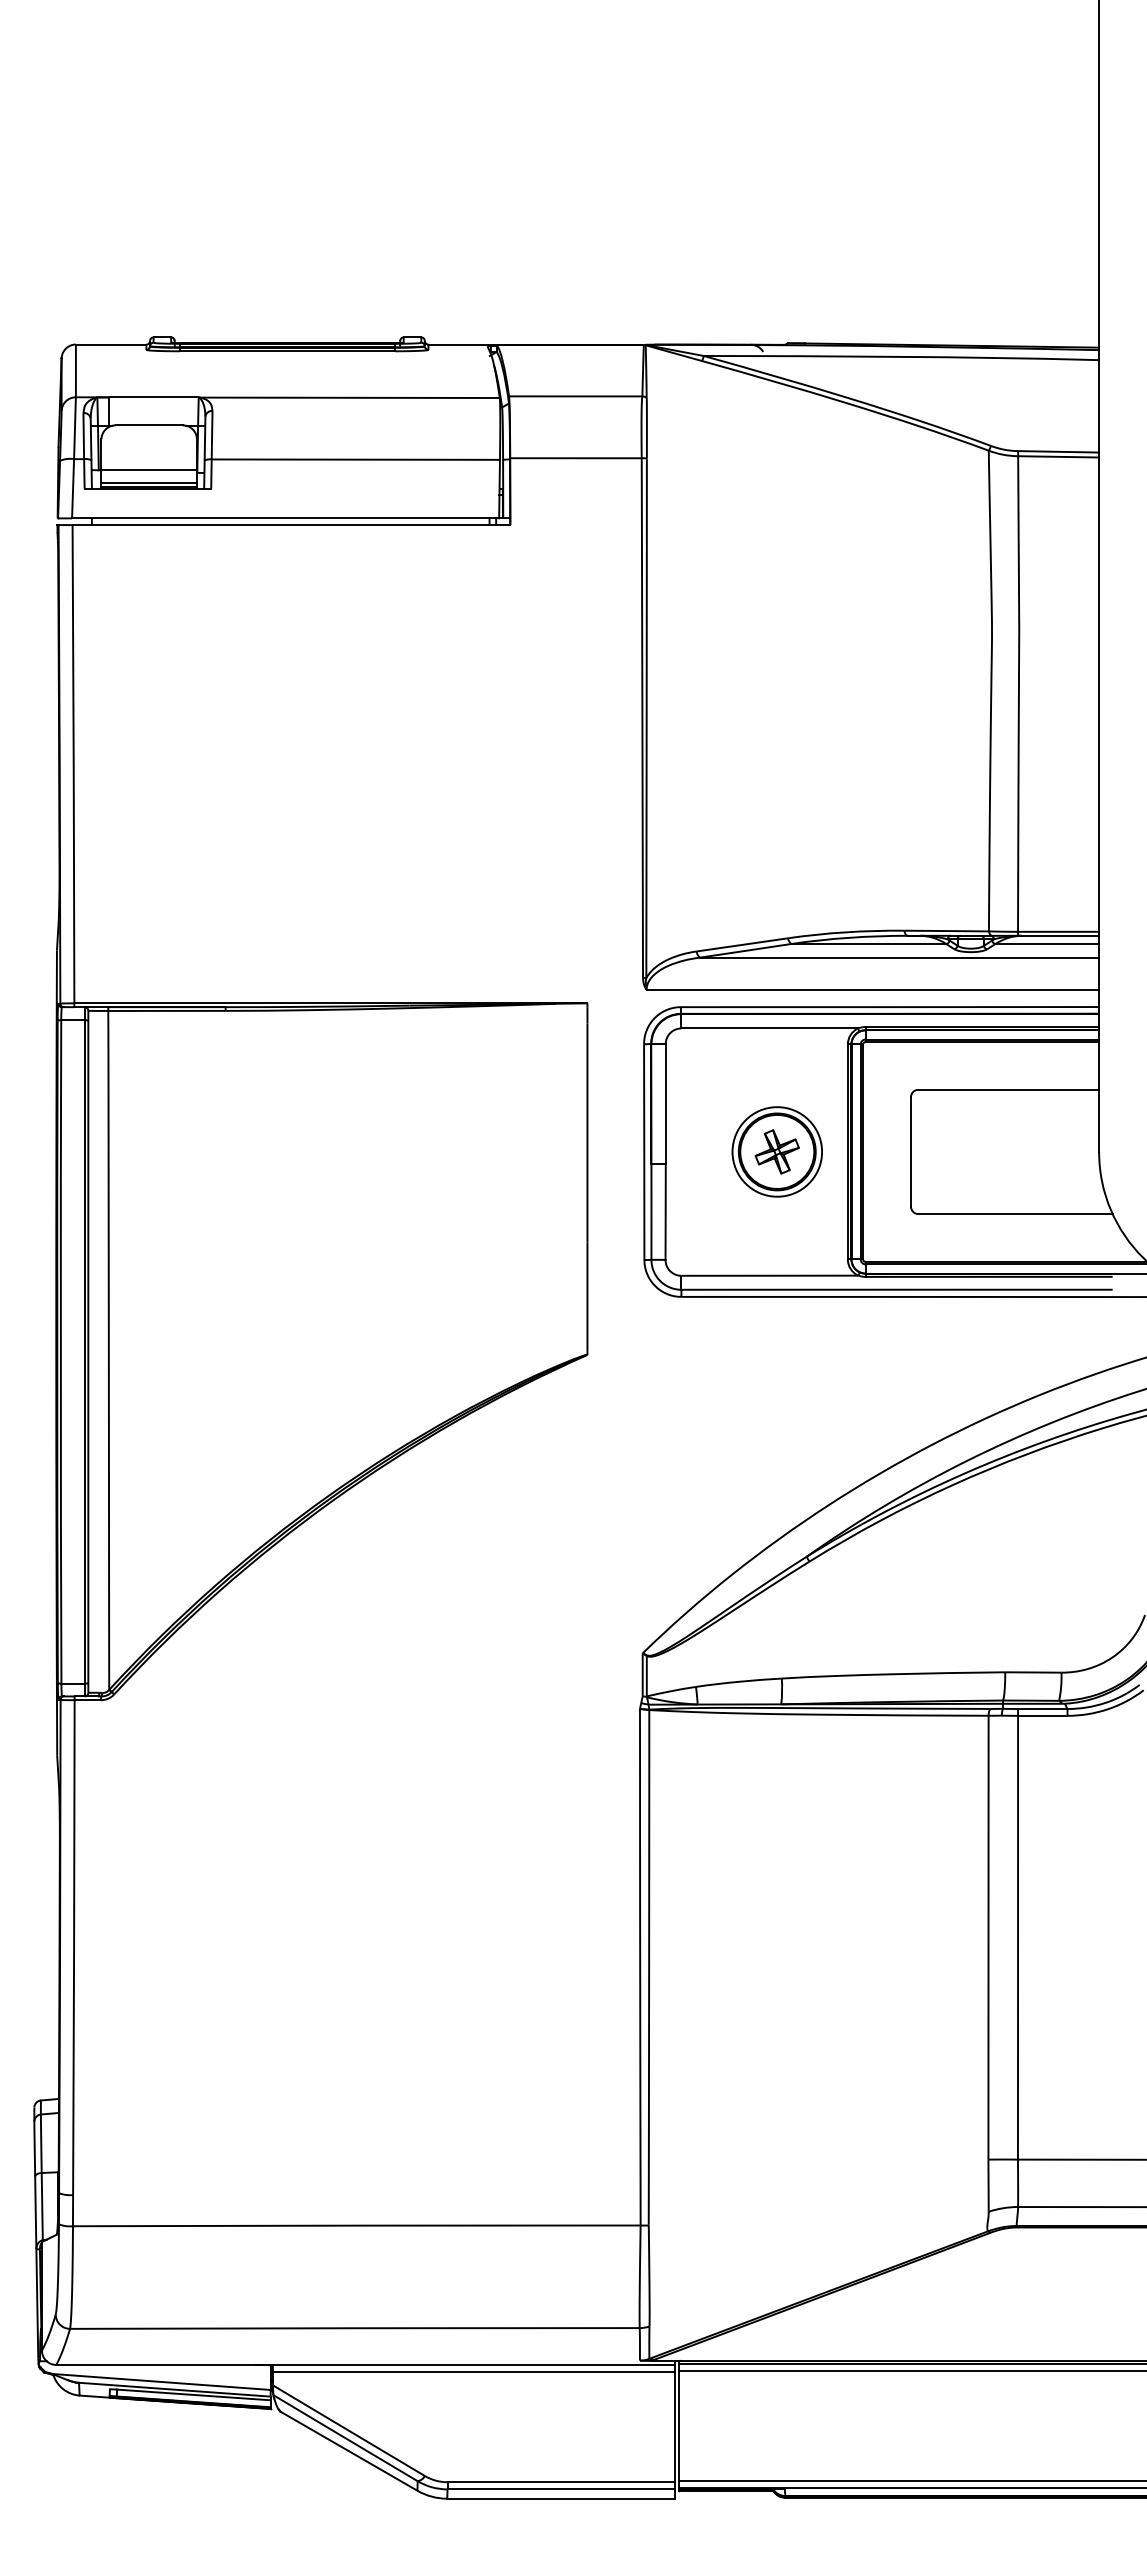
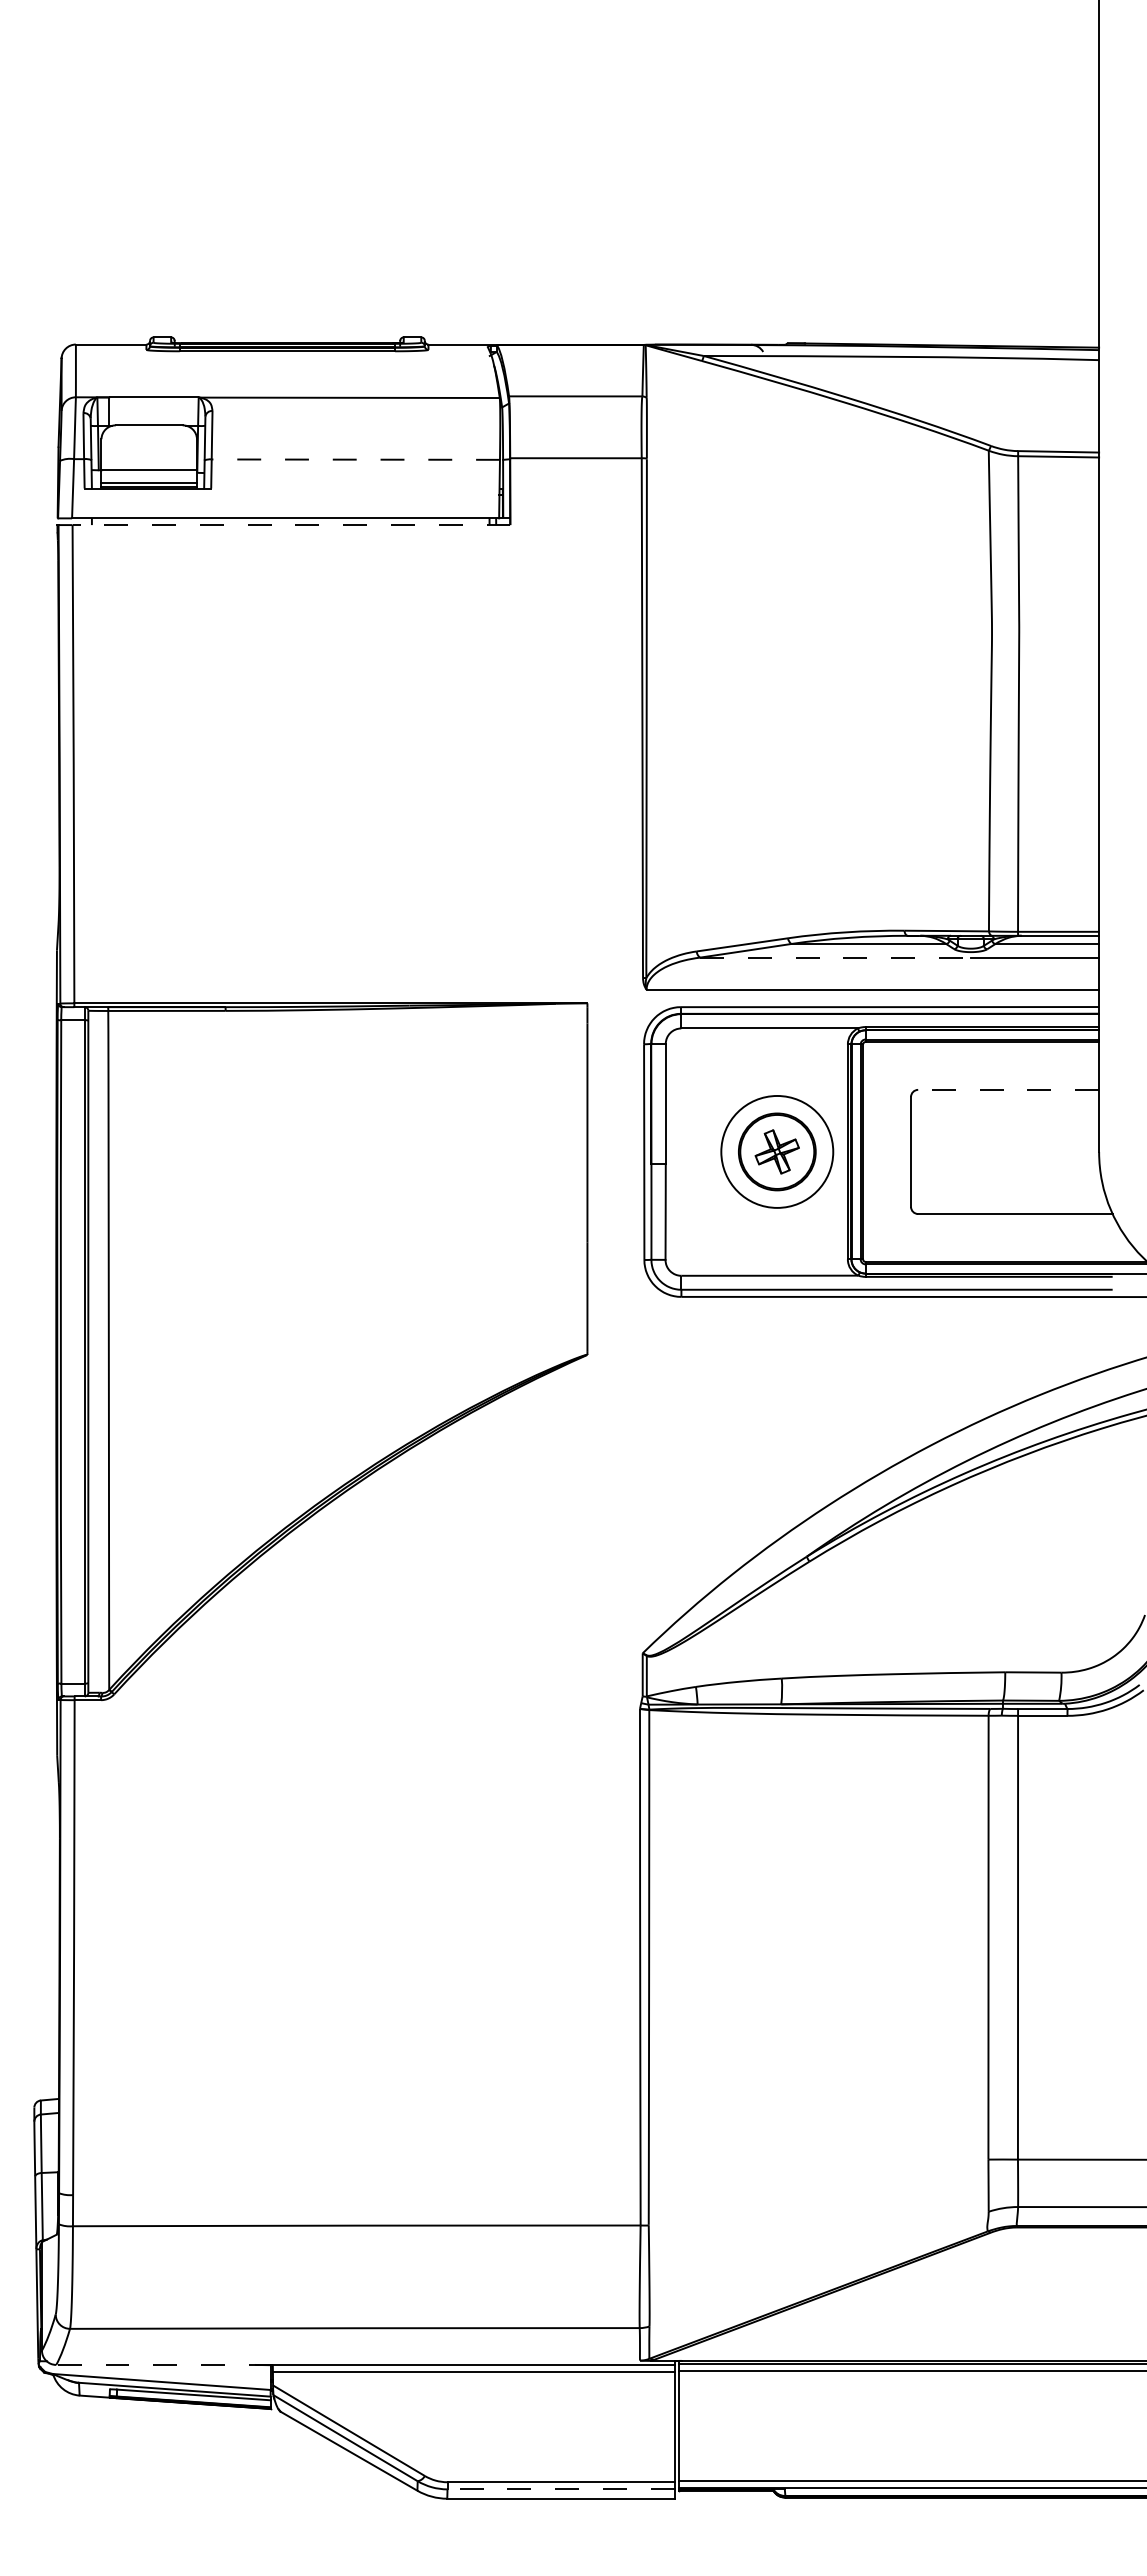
line at (355, 459): solid -> dashed
line at (291, 525): solid -> dashed
line at (835, 957): solid -> dashed
line at (1008, 1089): solid -> dashed
circle at (777, 1151) diameter: 90 px -> 112 px
line at (164, 2364): solid -> dashed
line at (561, 2489): solid -> dashed
